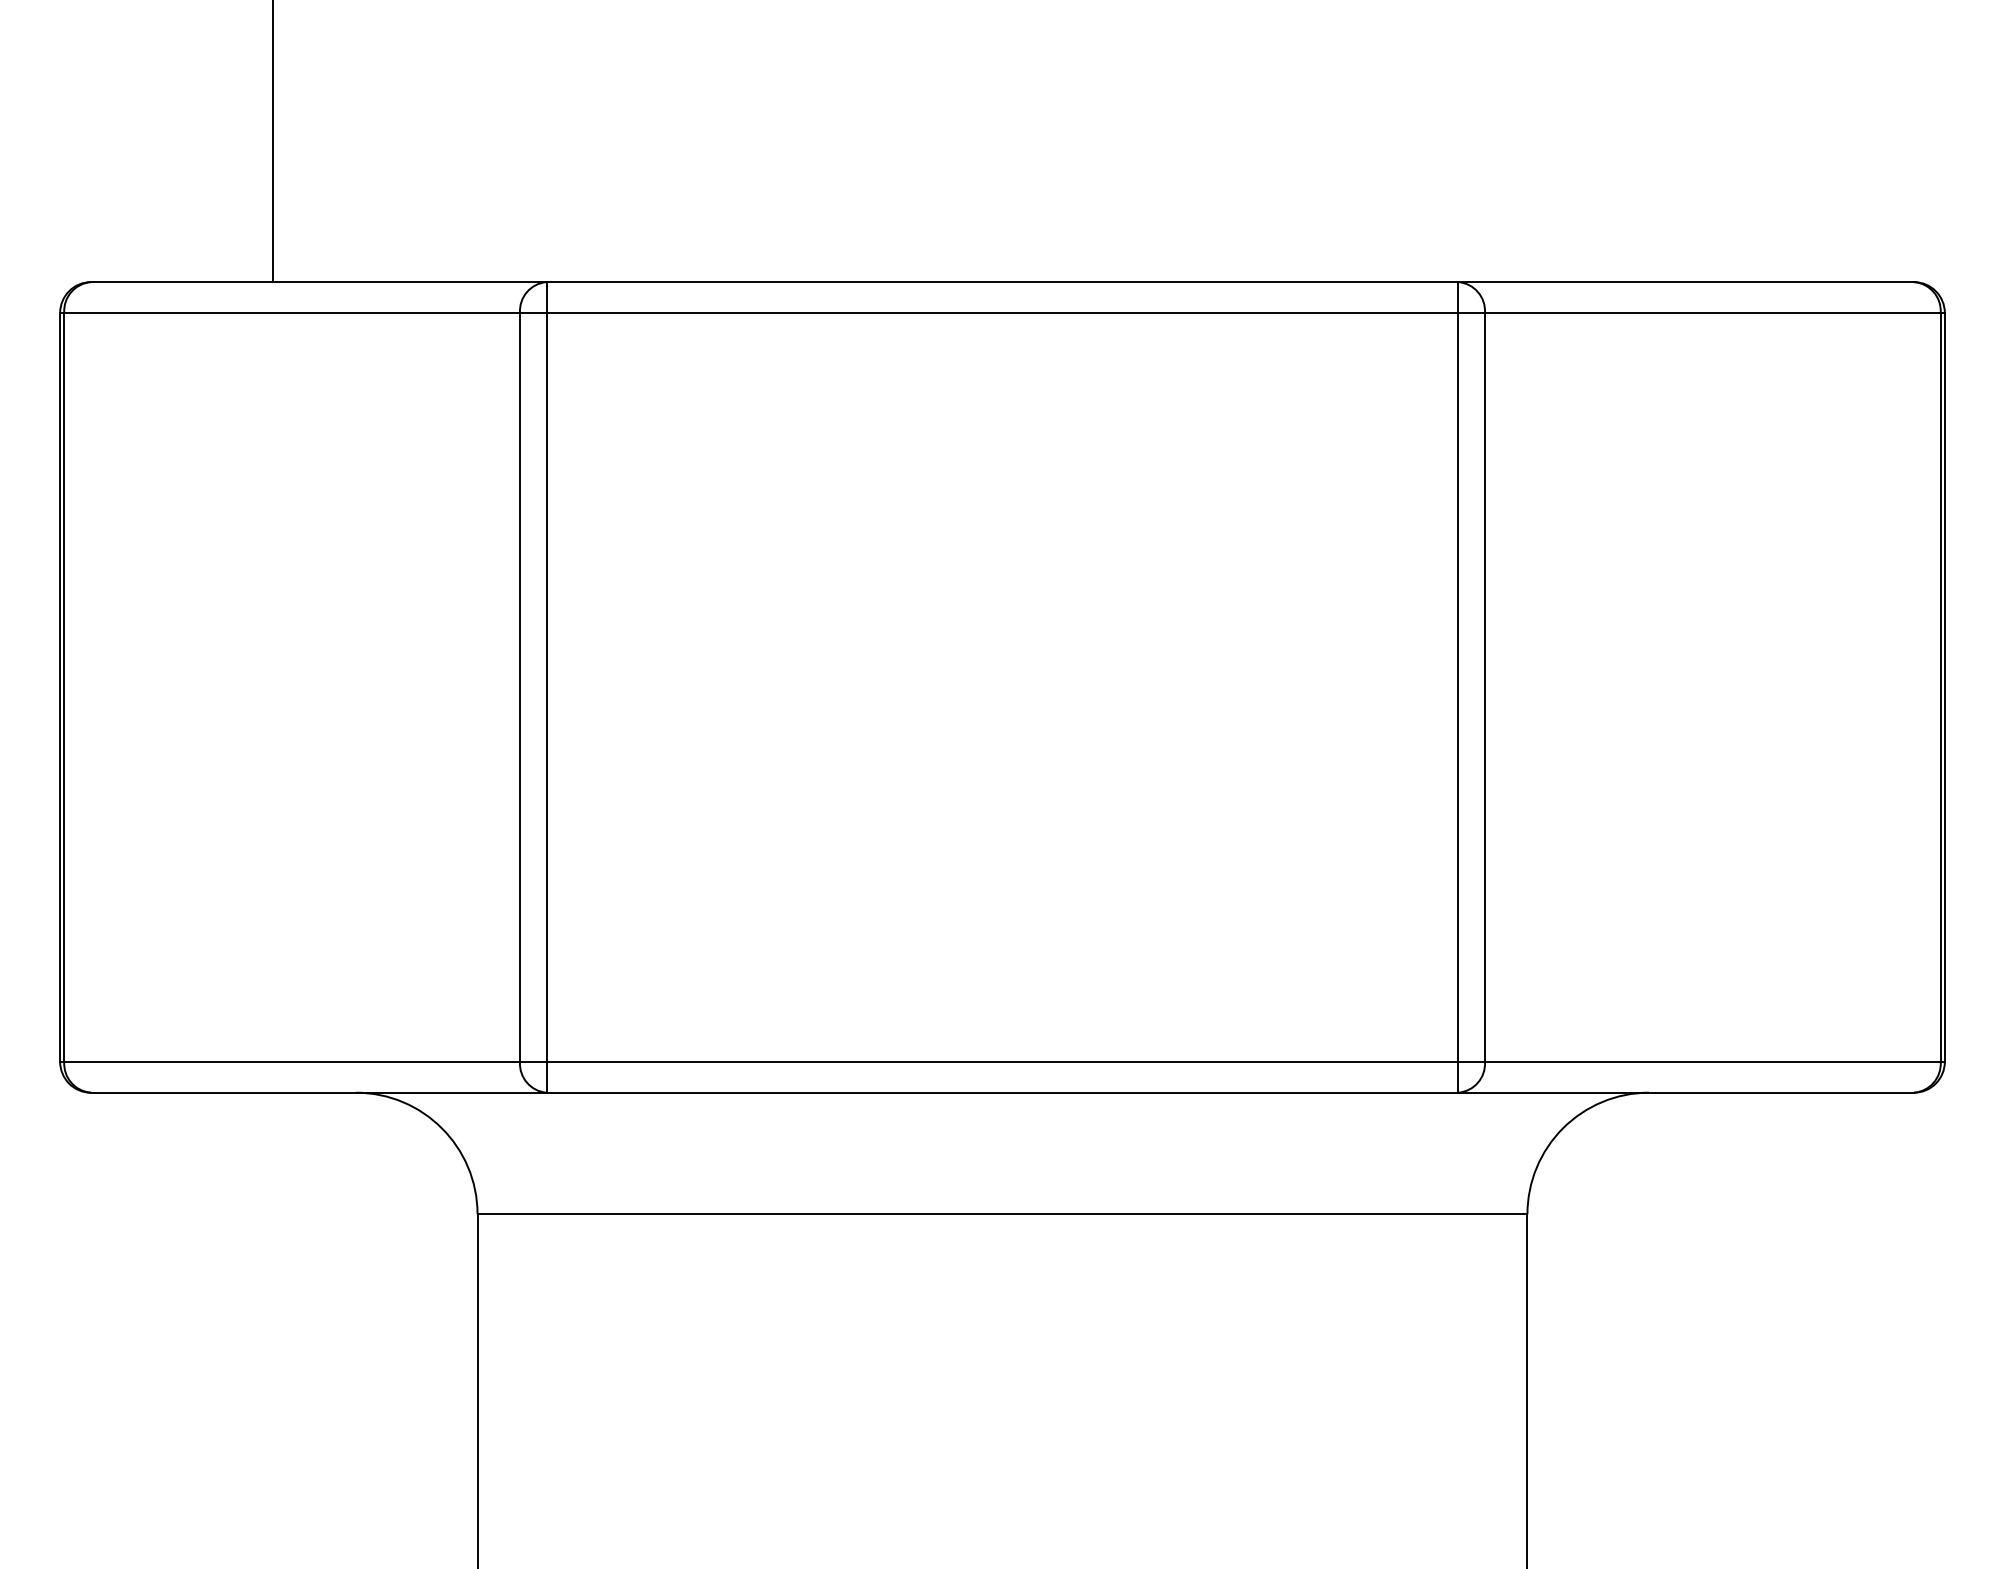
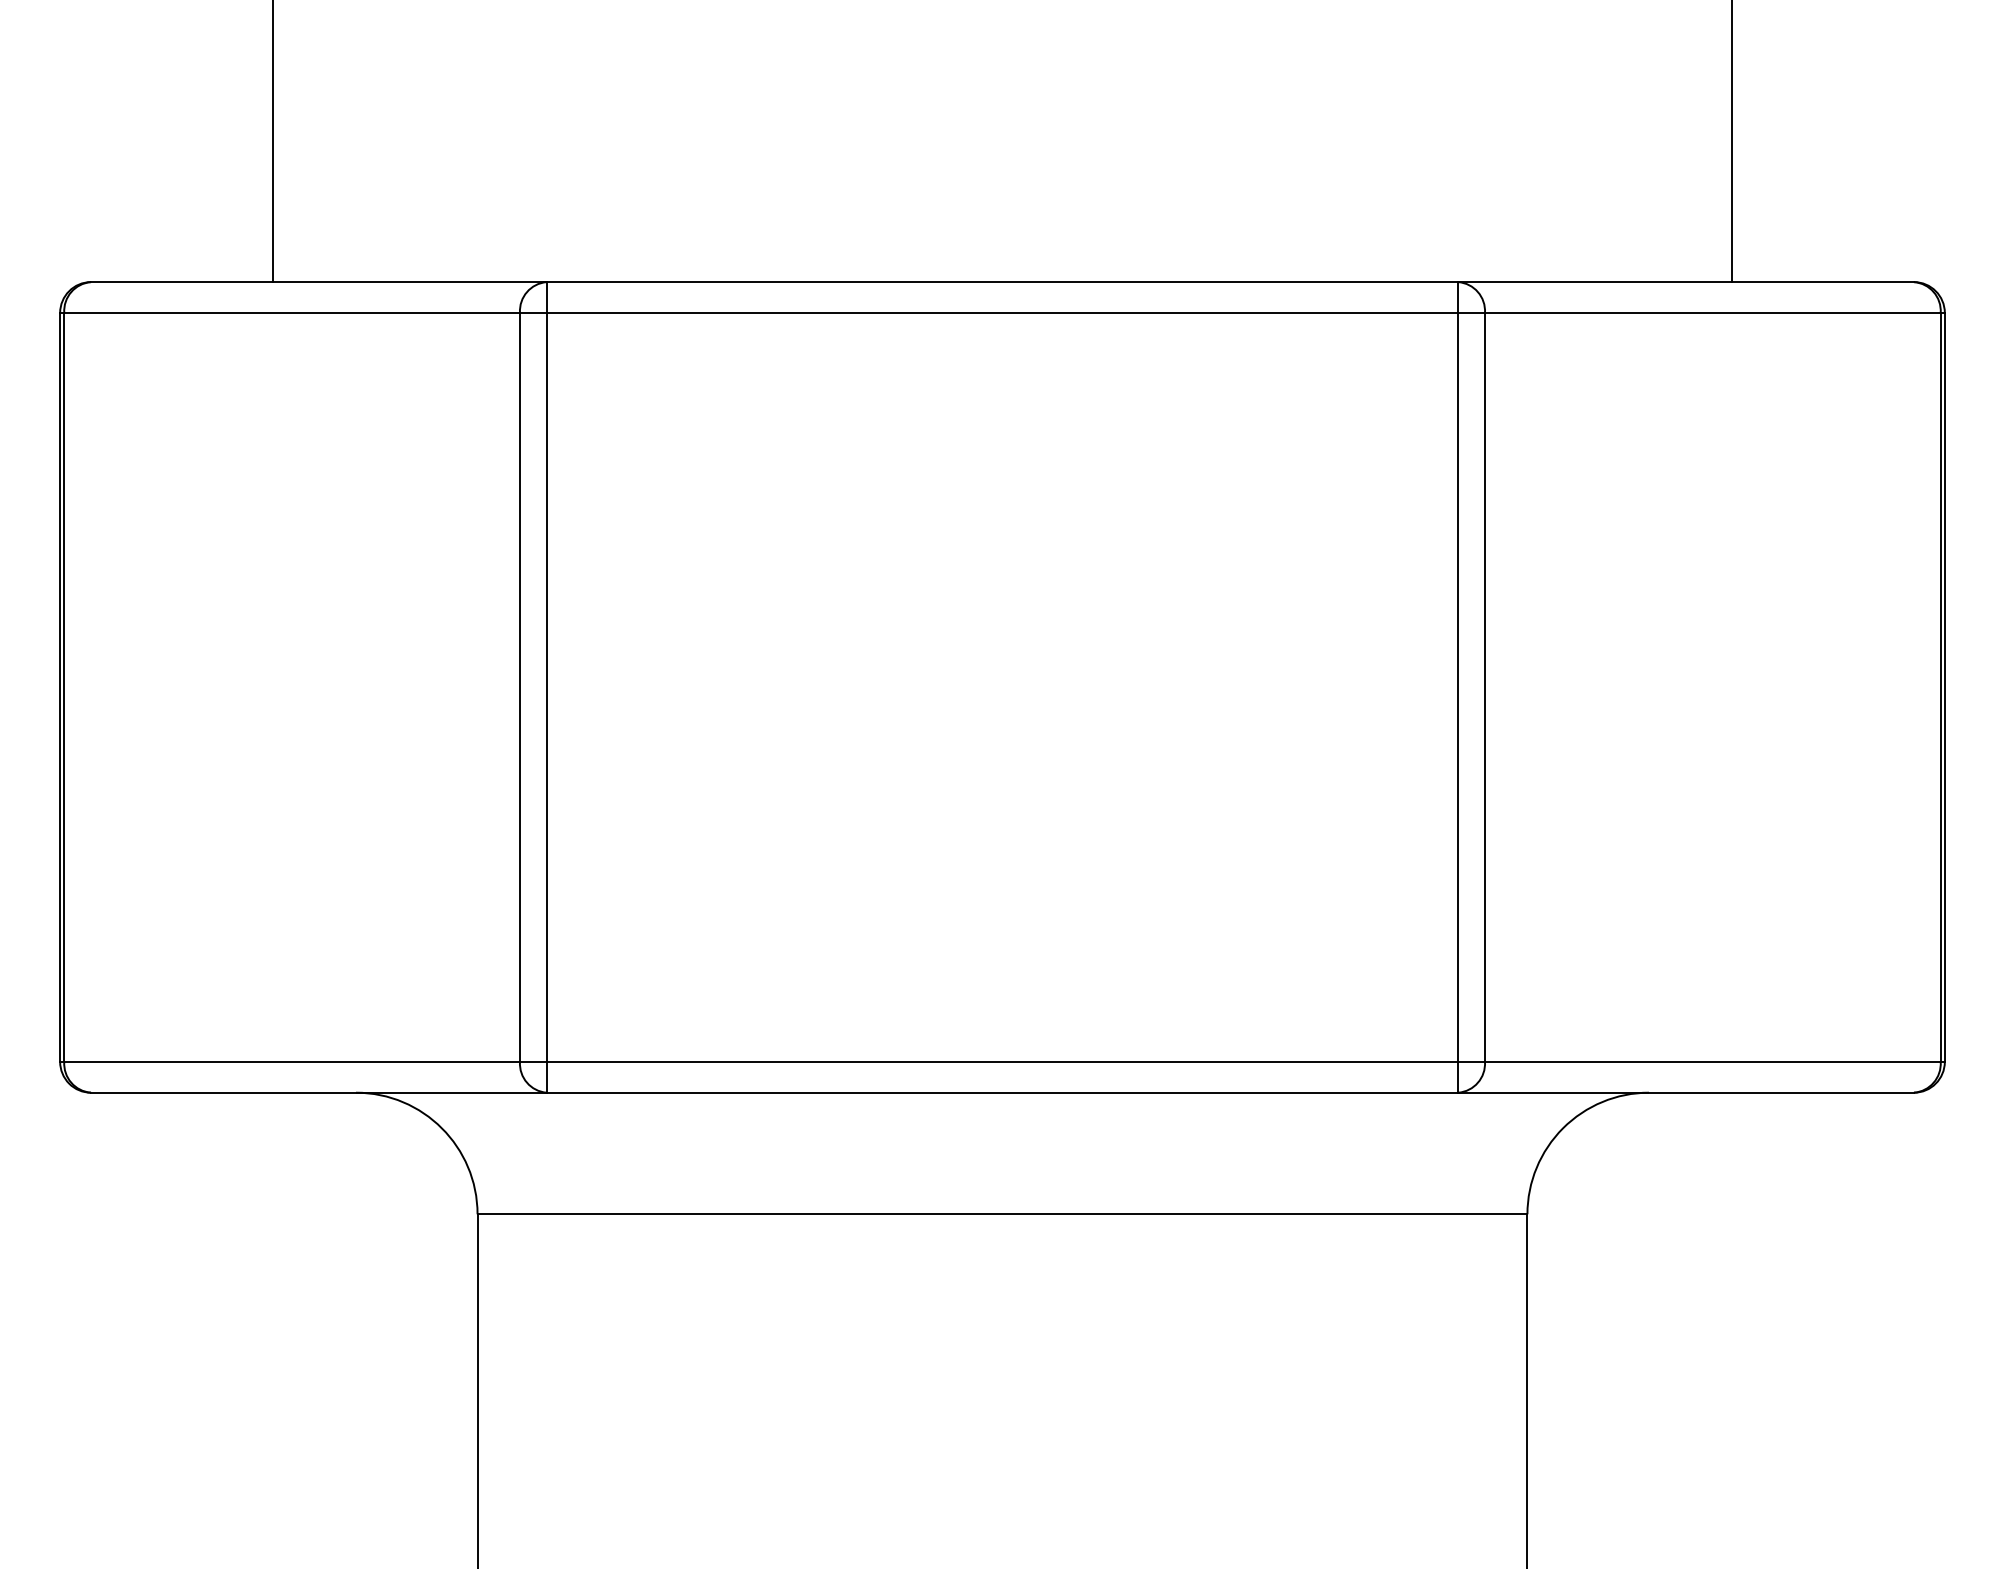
line at (1732, 142): none -> present
